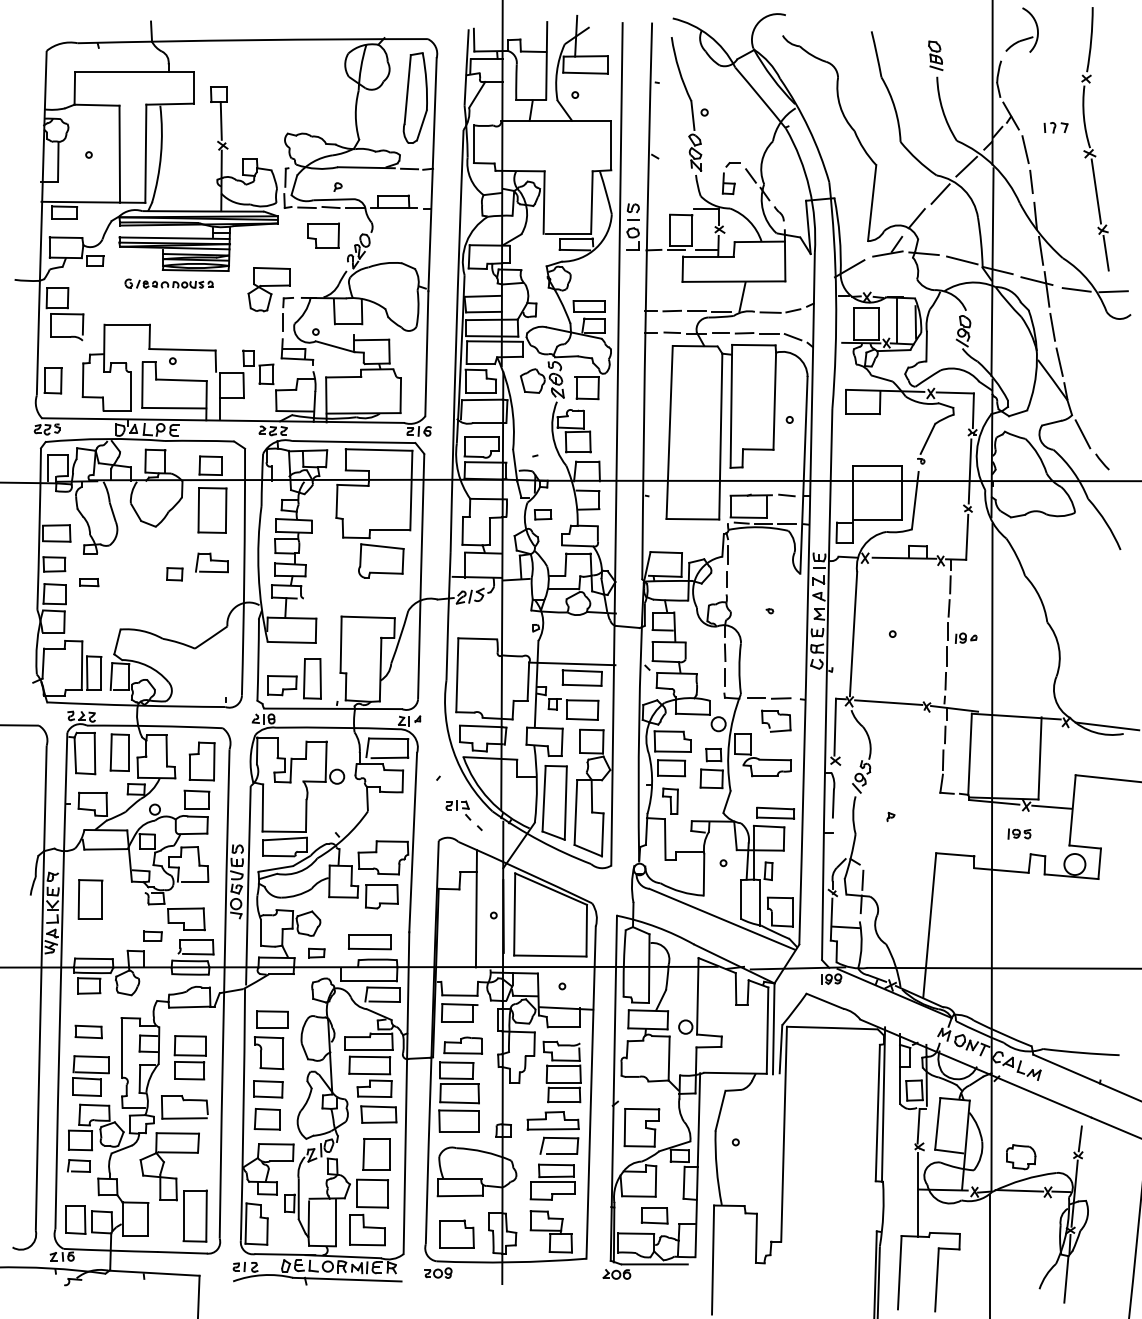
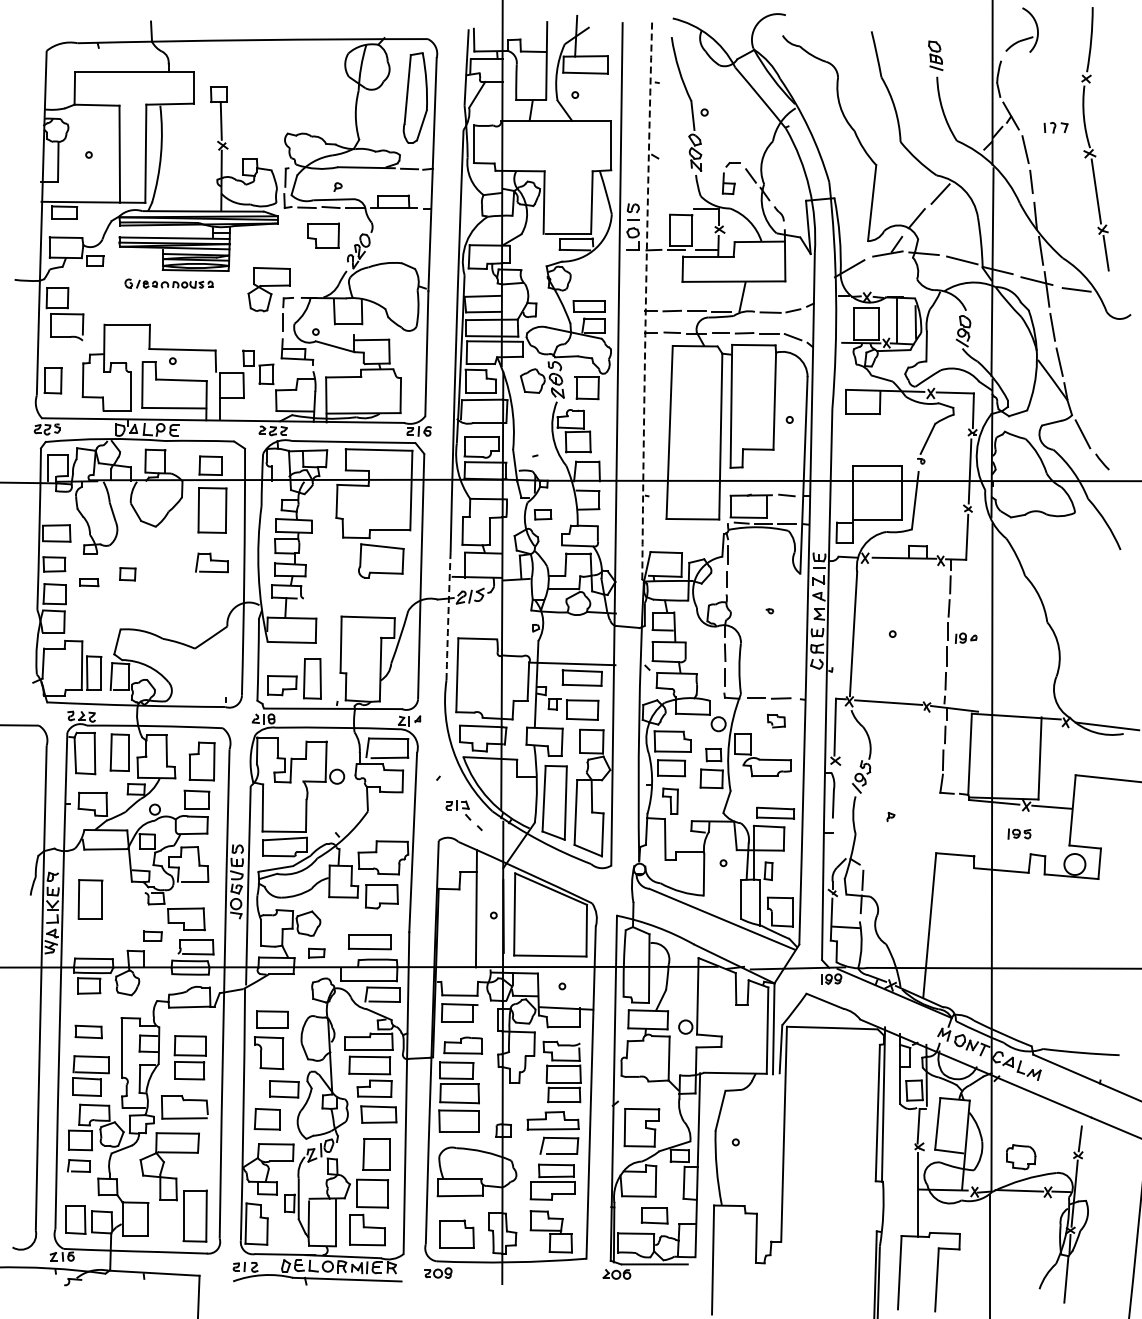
line at (966, 166): present -> none
line at (1113, 291): present -> none
arc at (645, 300): solid -> dashed
part at (174, 574) position: (174, 574) -> (127, 574)
arc at (448, 616): solid -> dashed
part at (776, 720) size: 31x24 px -> 19x16 px
part at (268, 1089) position: (268, 1089) -> (284, 1089)
